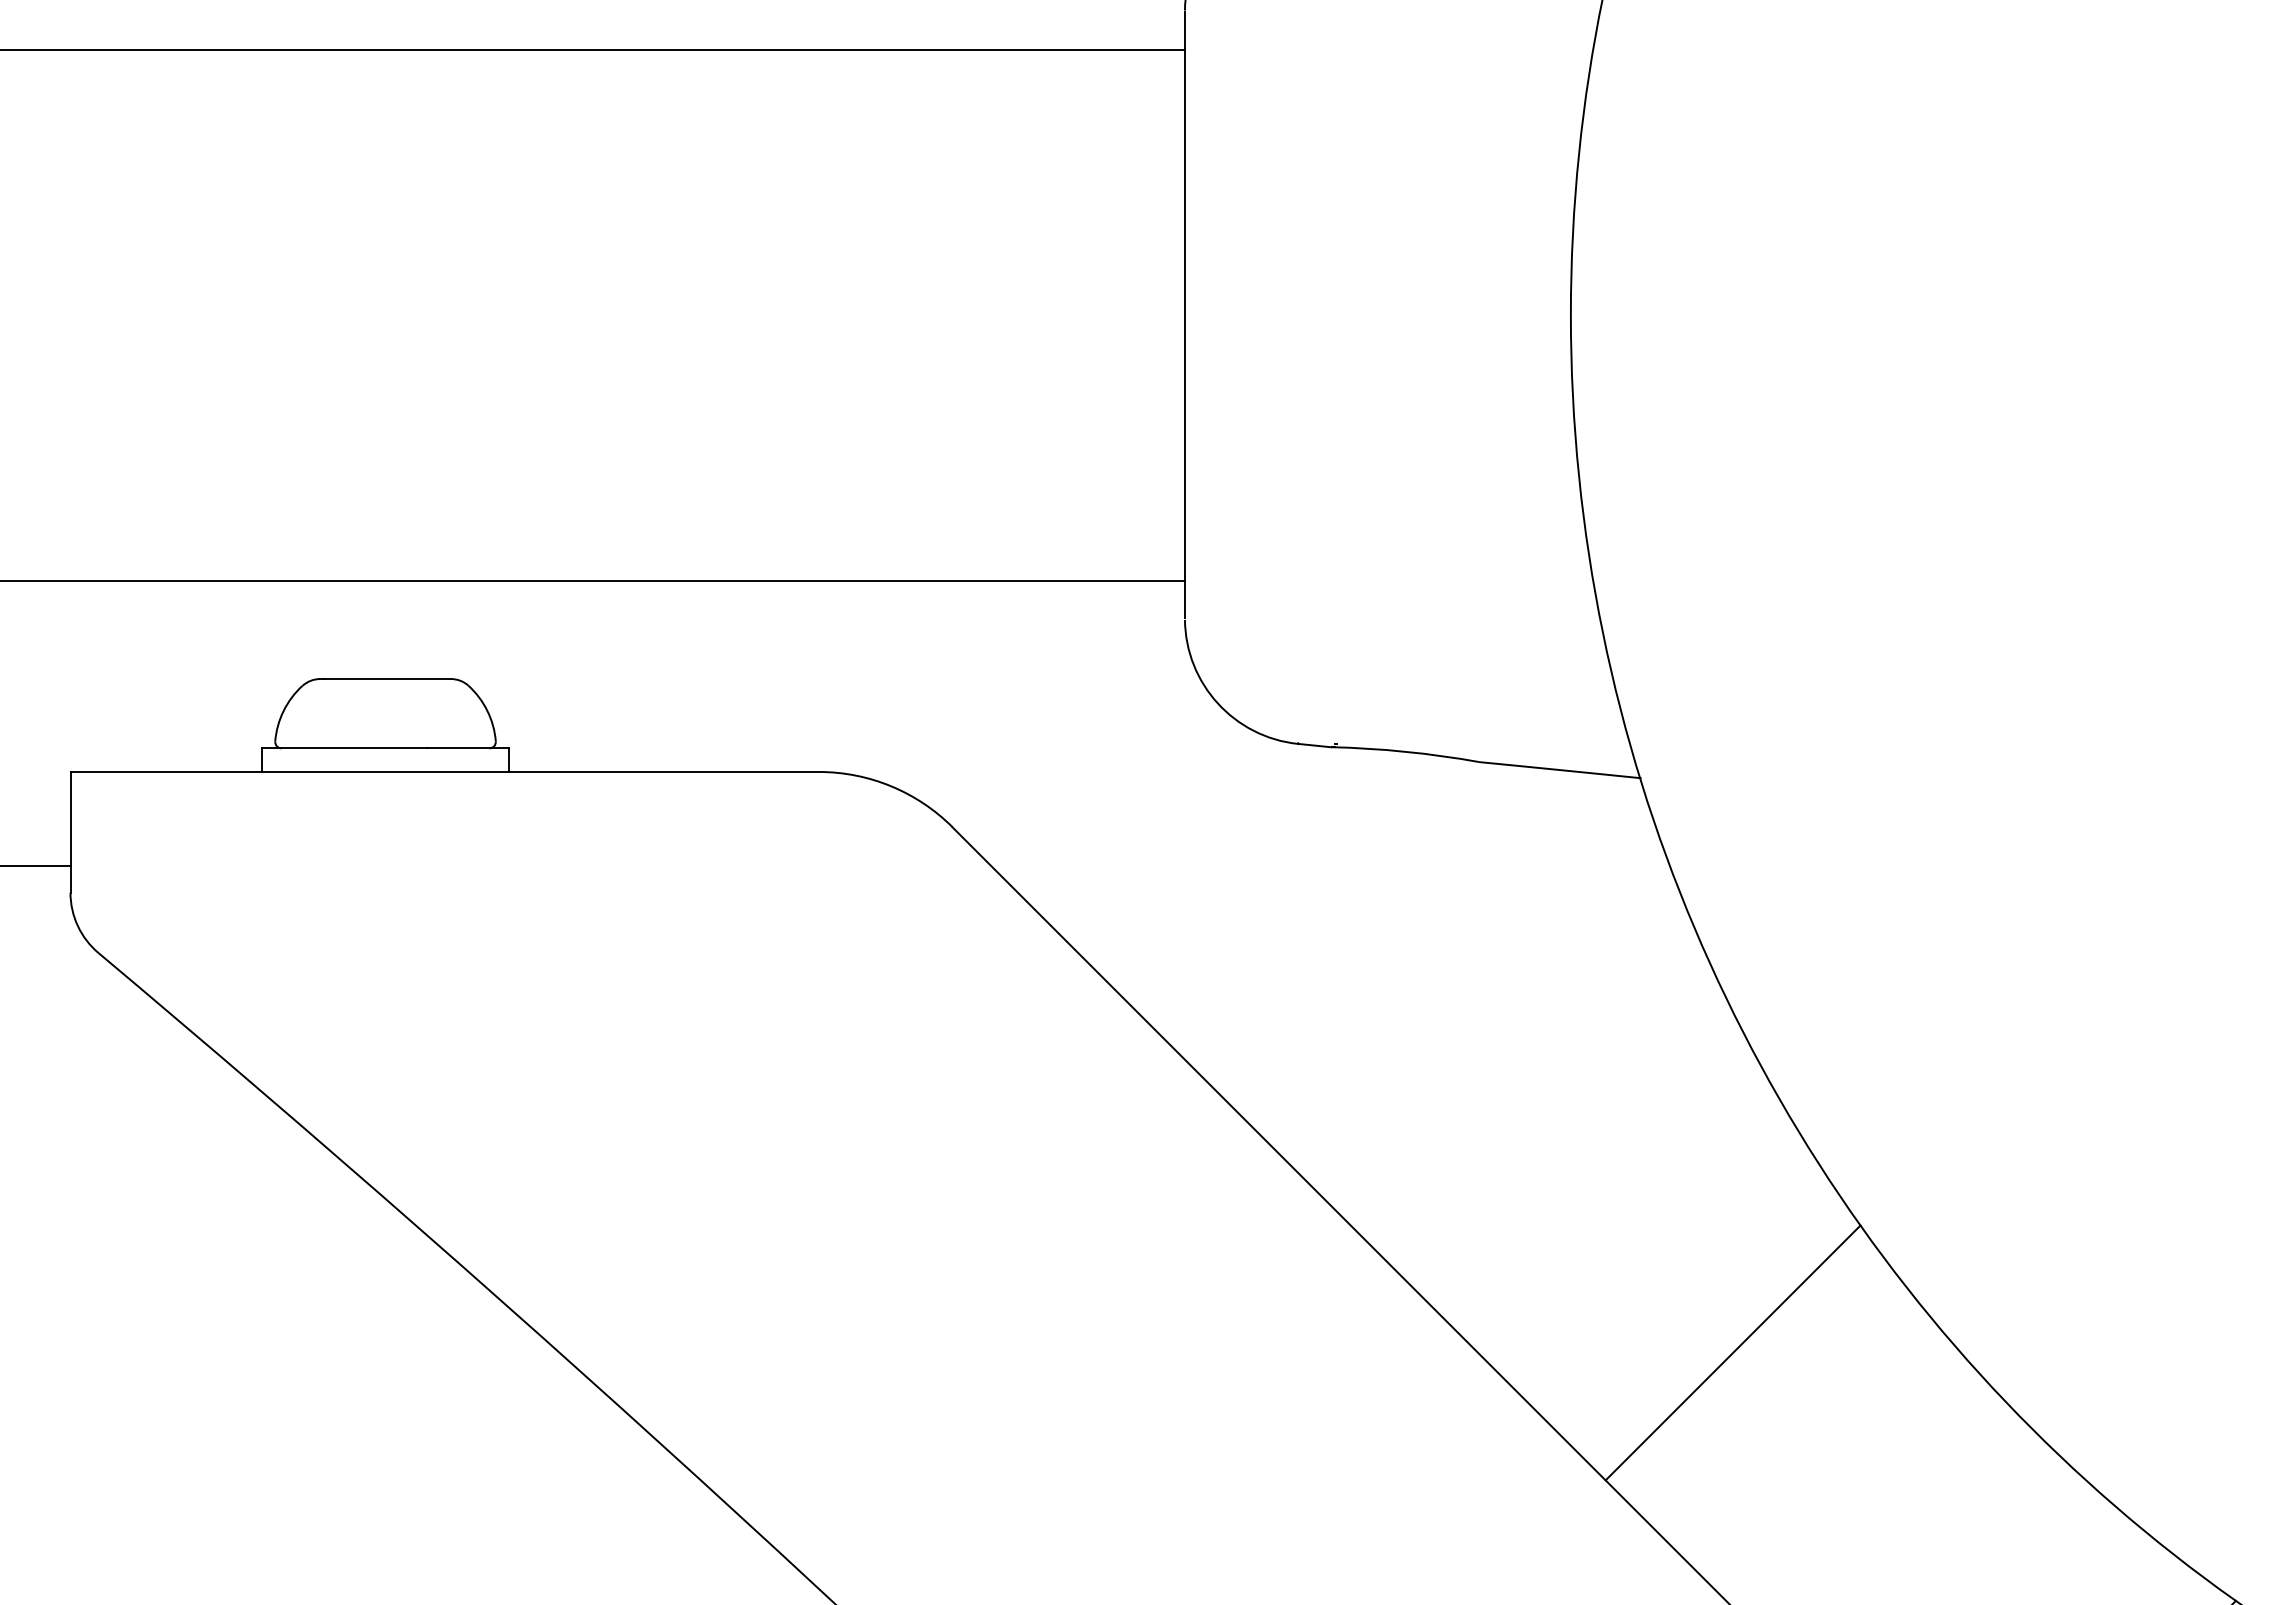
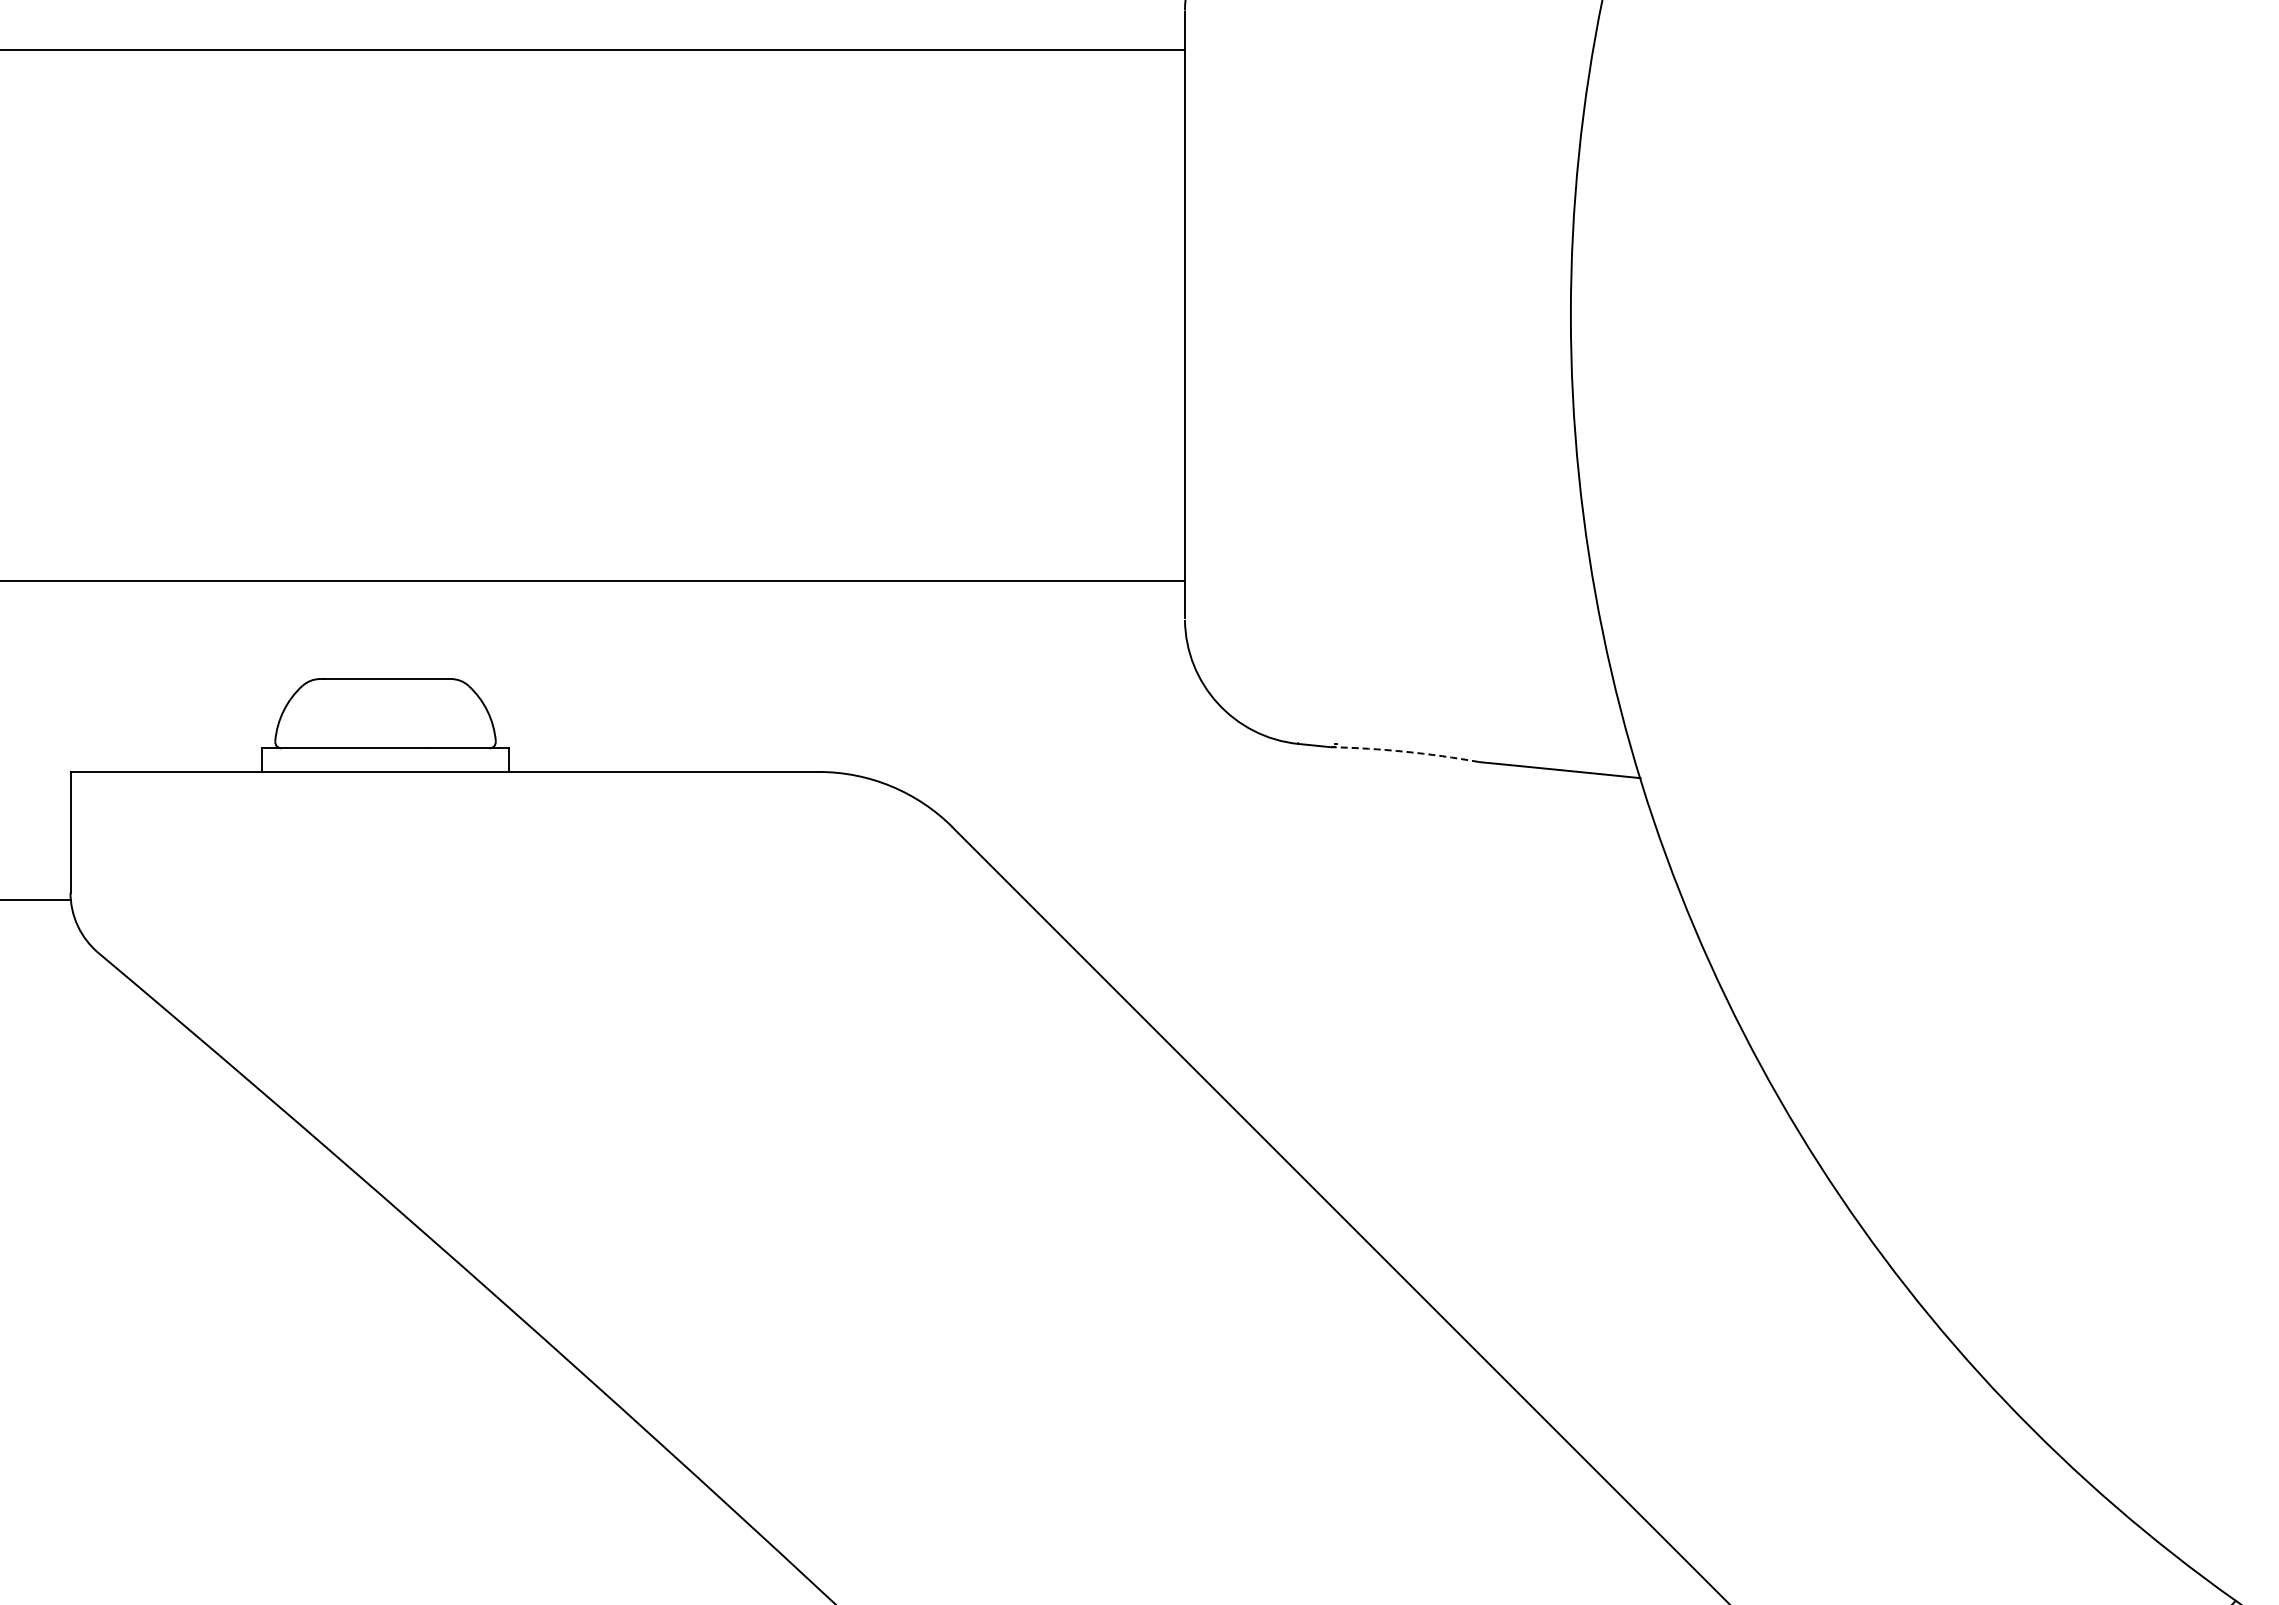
arc at (1405, 751): solid -> dashed
line at (36, 866) position: (36, 866) -> (36, 900)
line at (1732, 1352): present -> none
